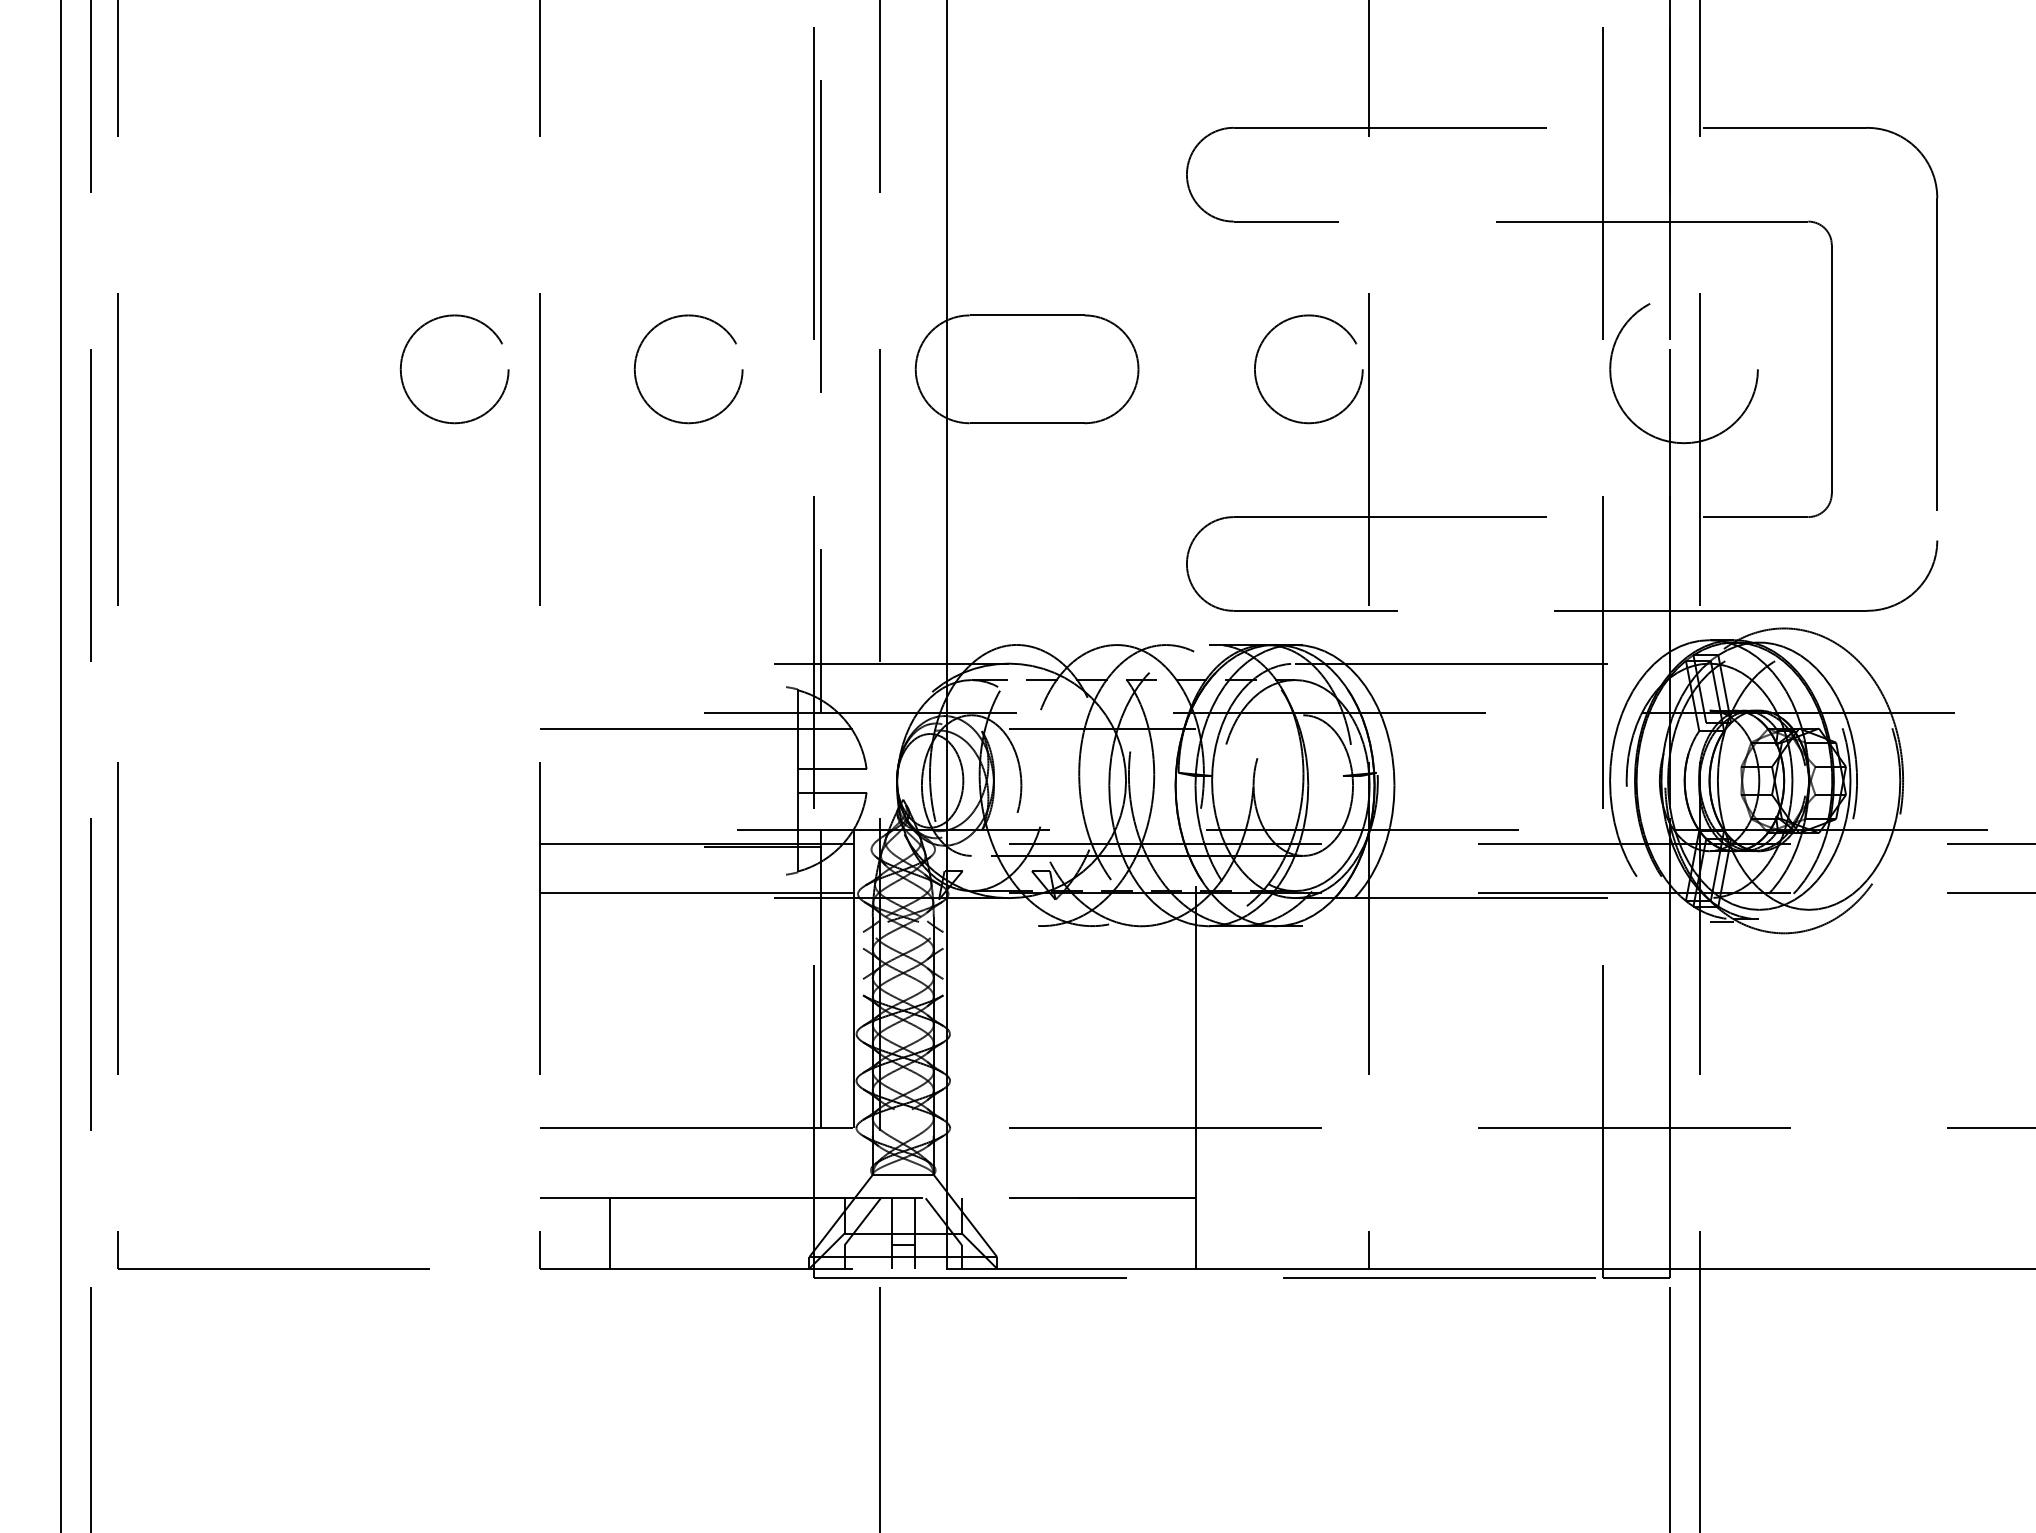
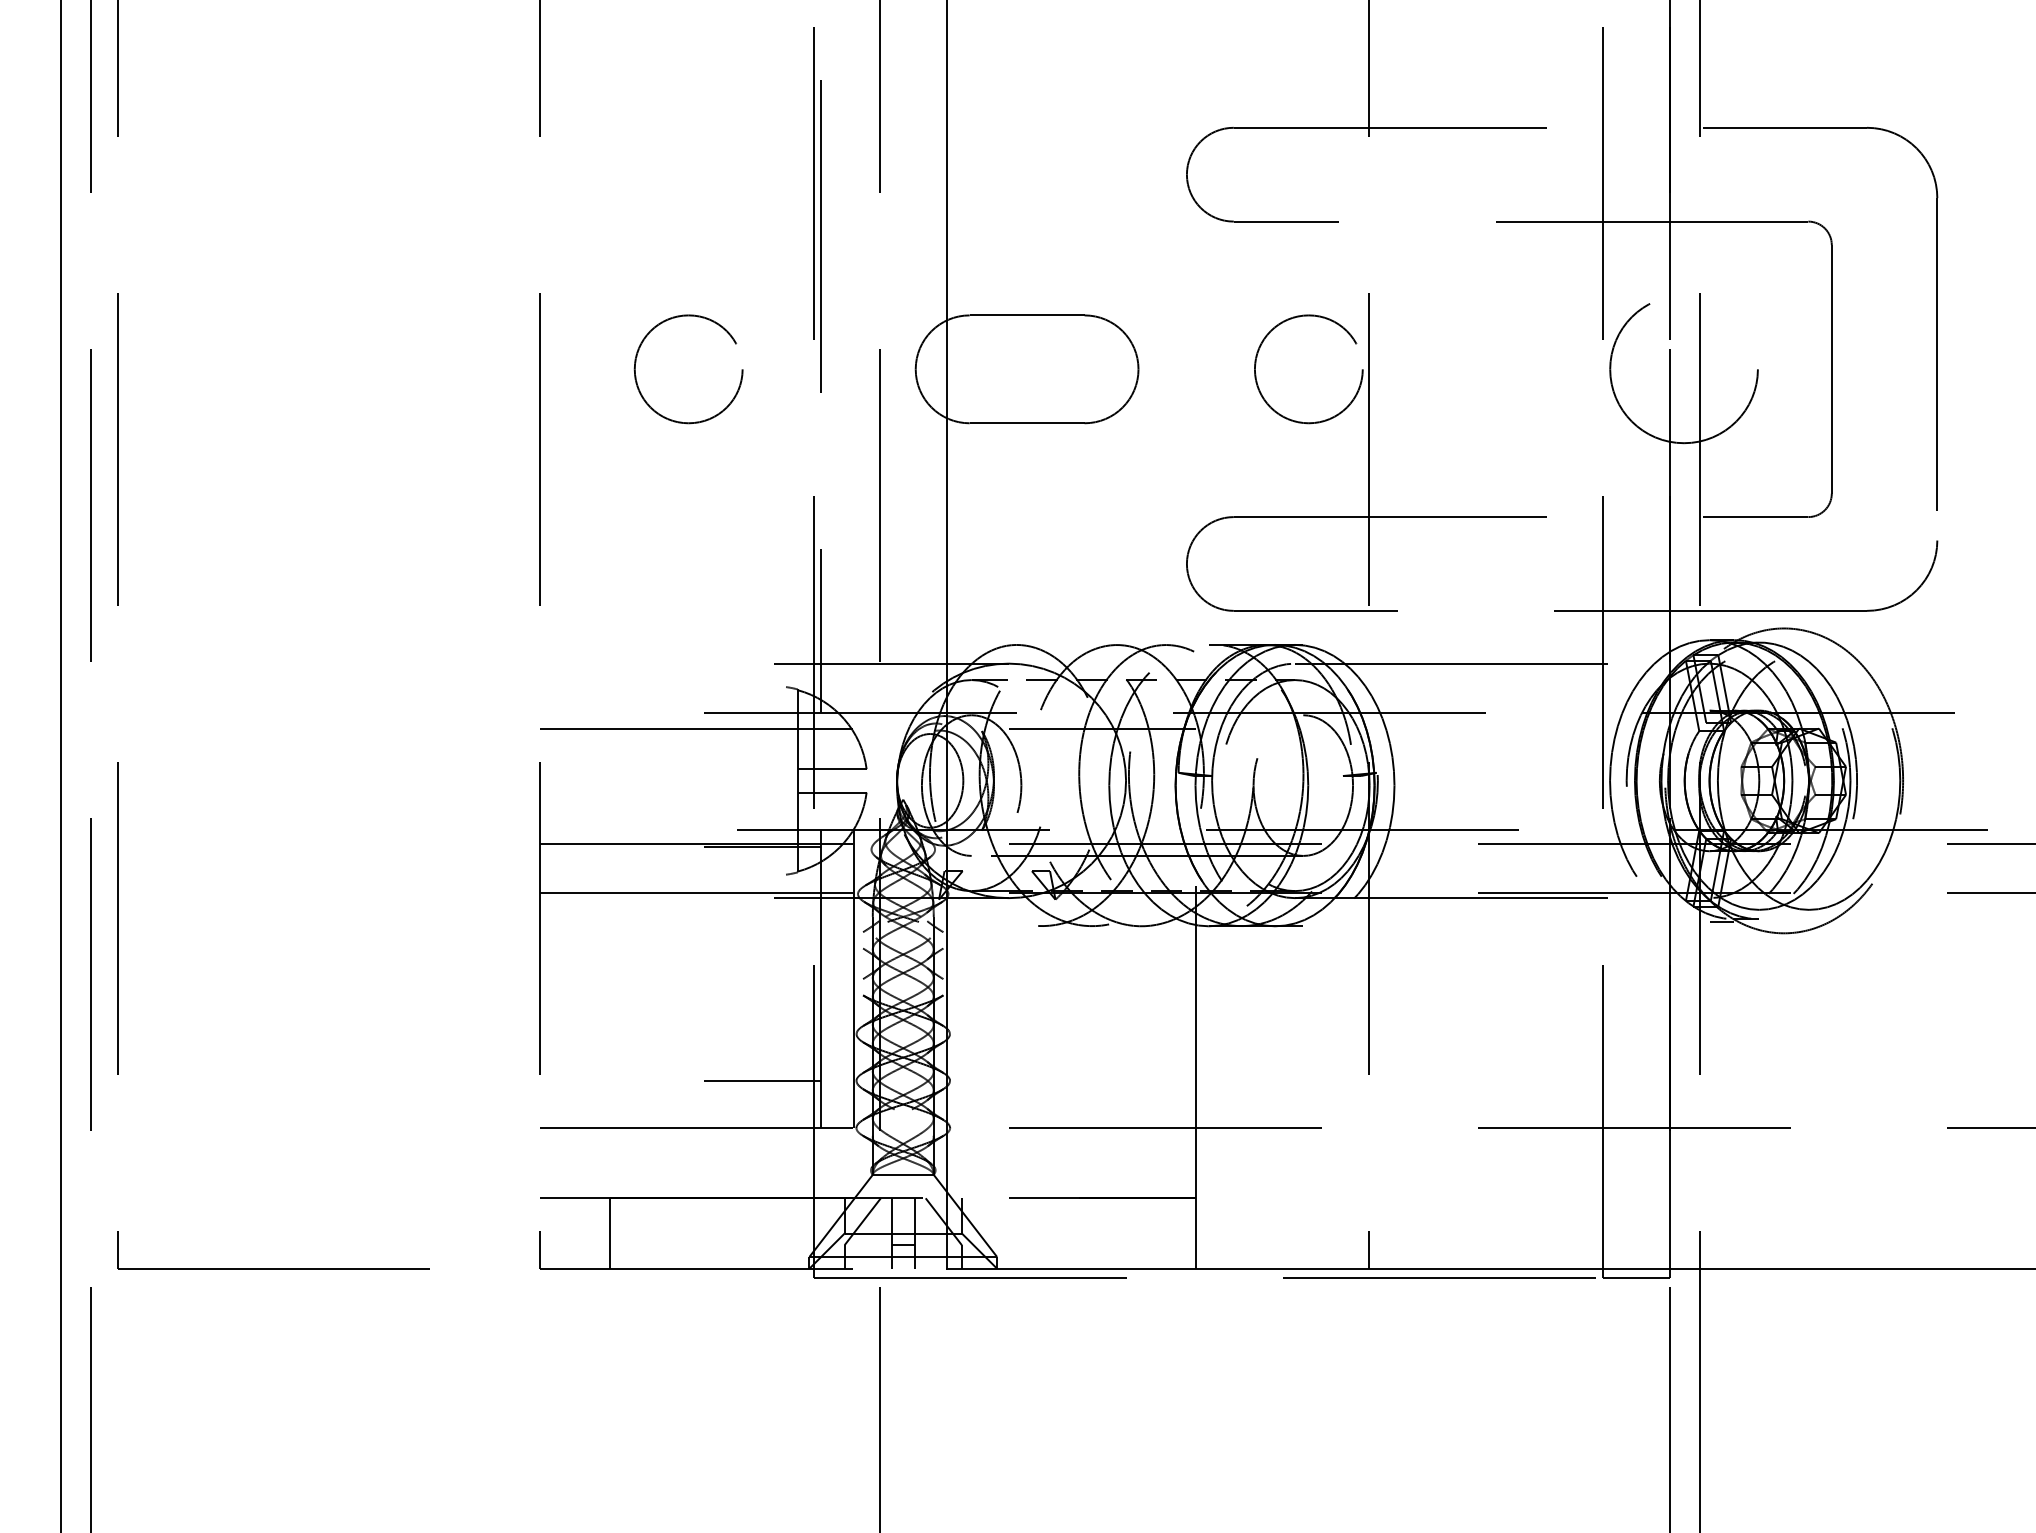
circle at (454, 369): present -> none
line at (762, 1081): none -> present
